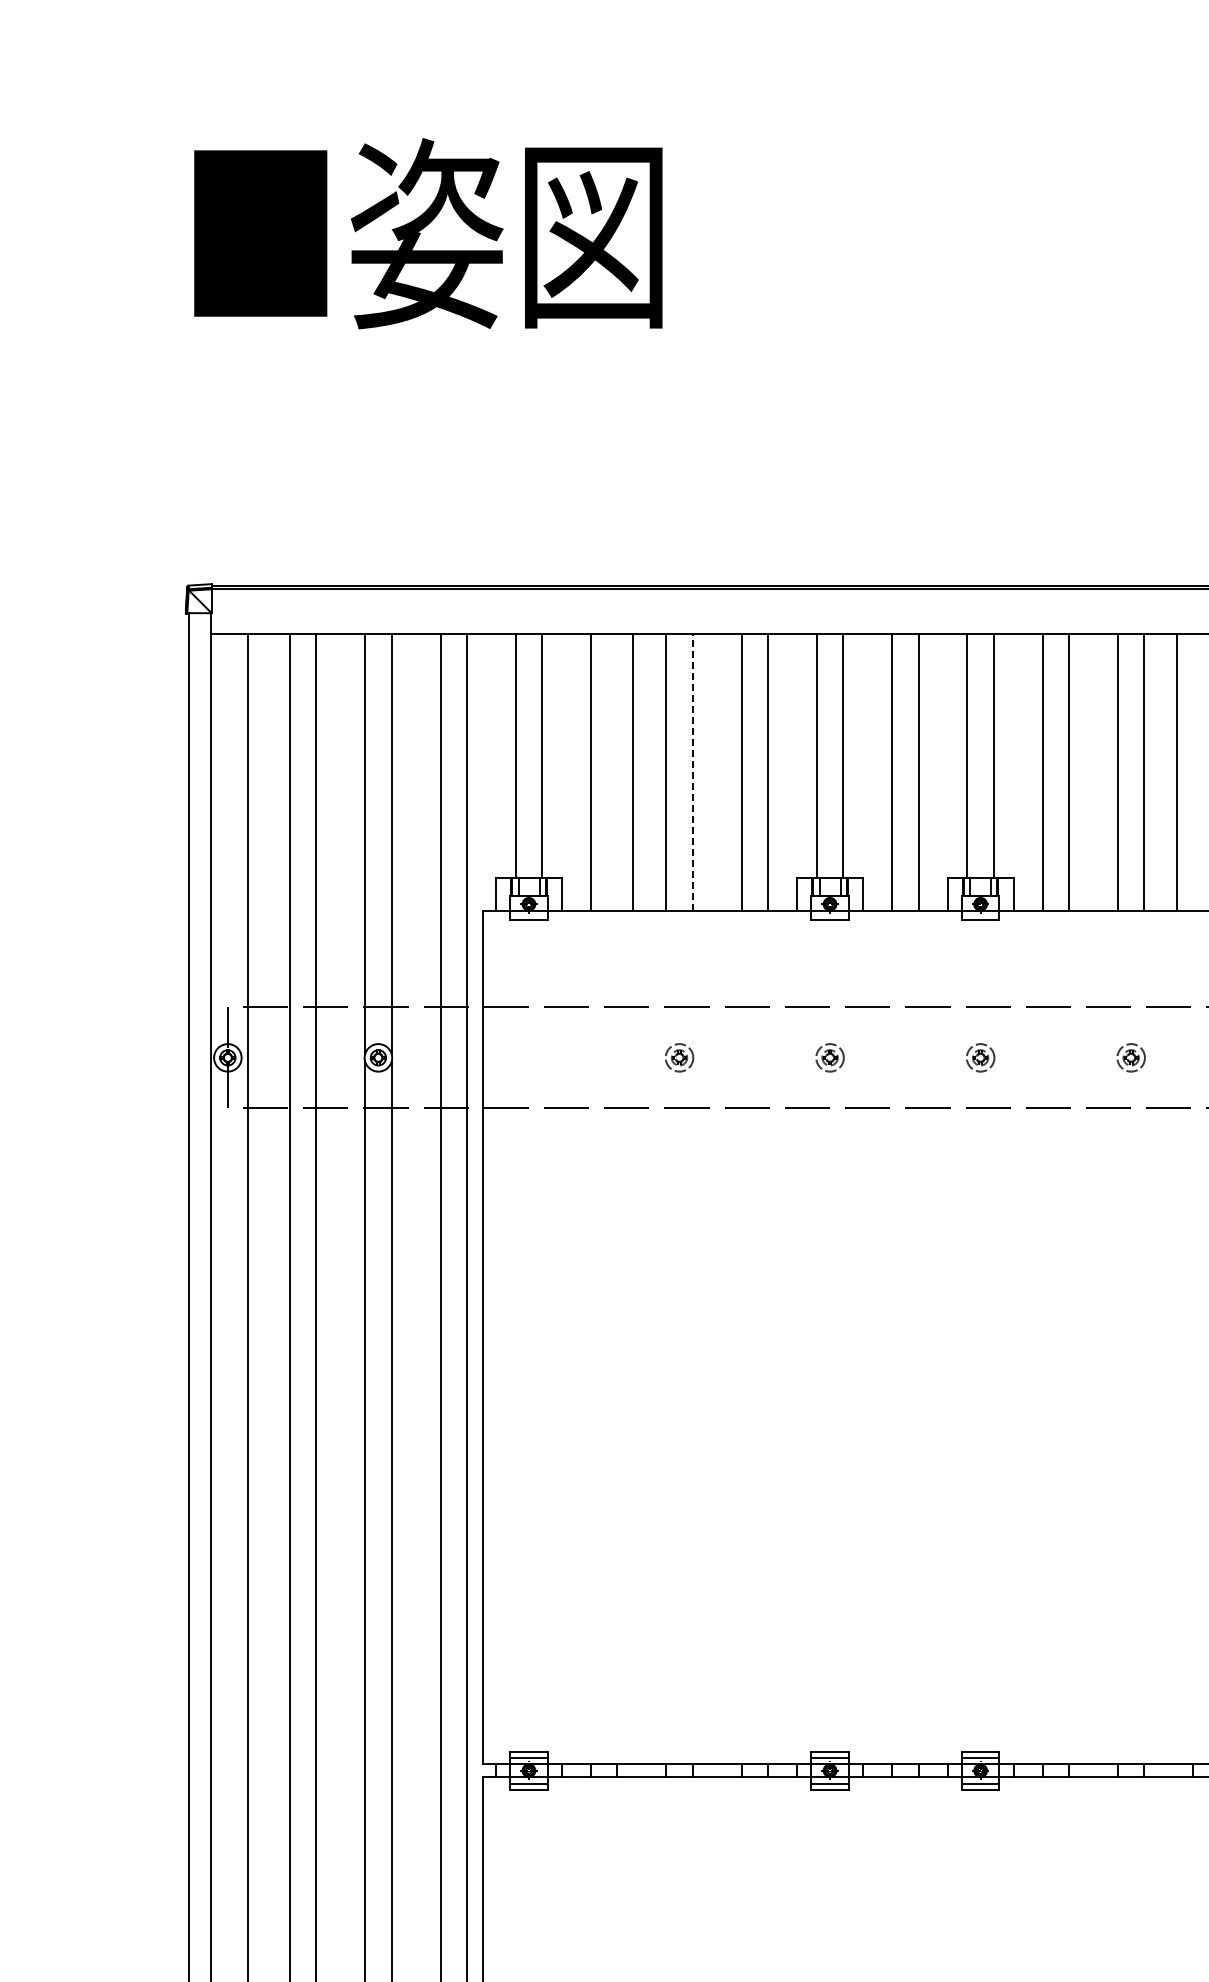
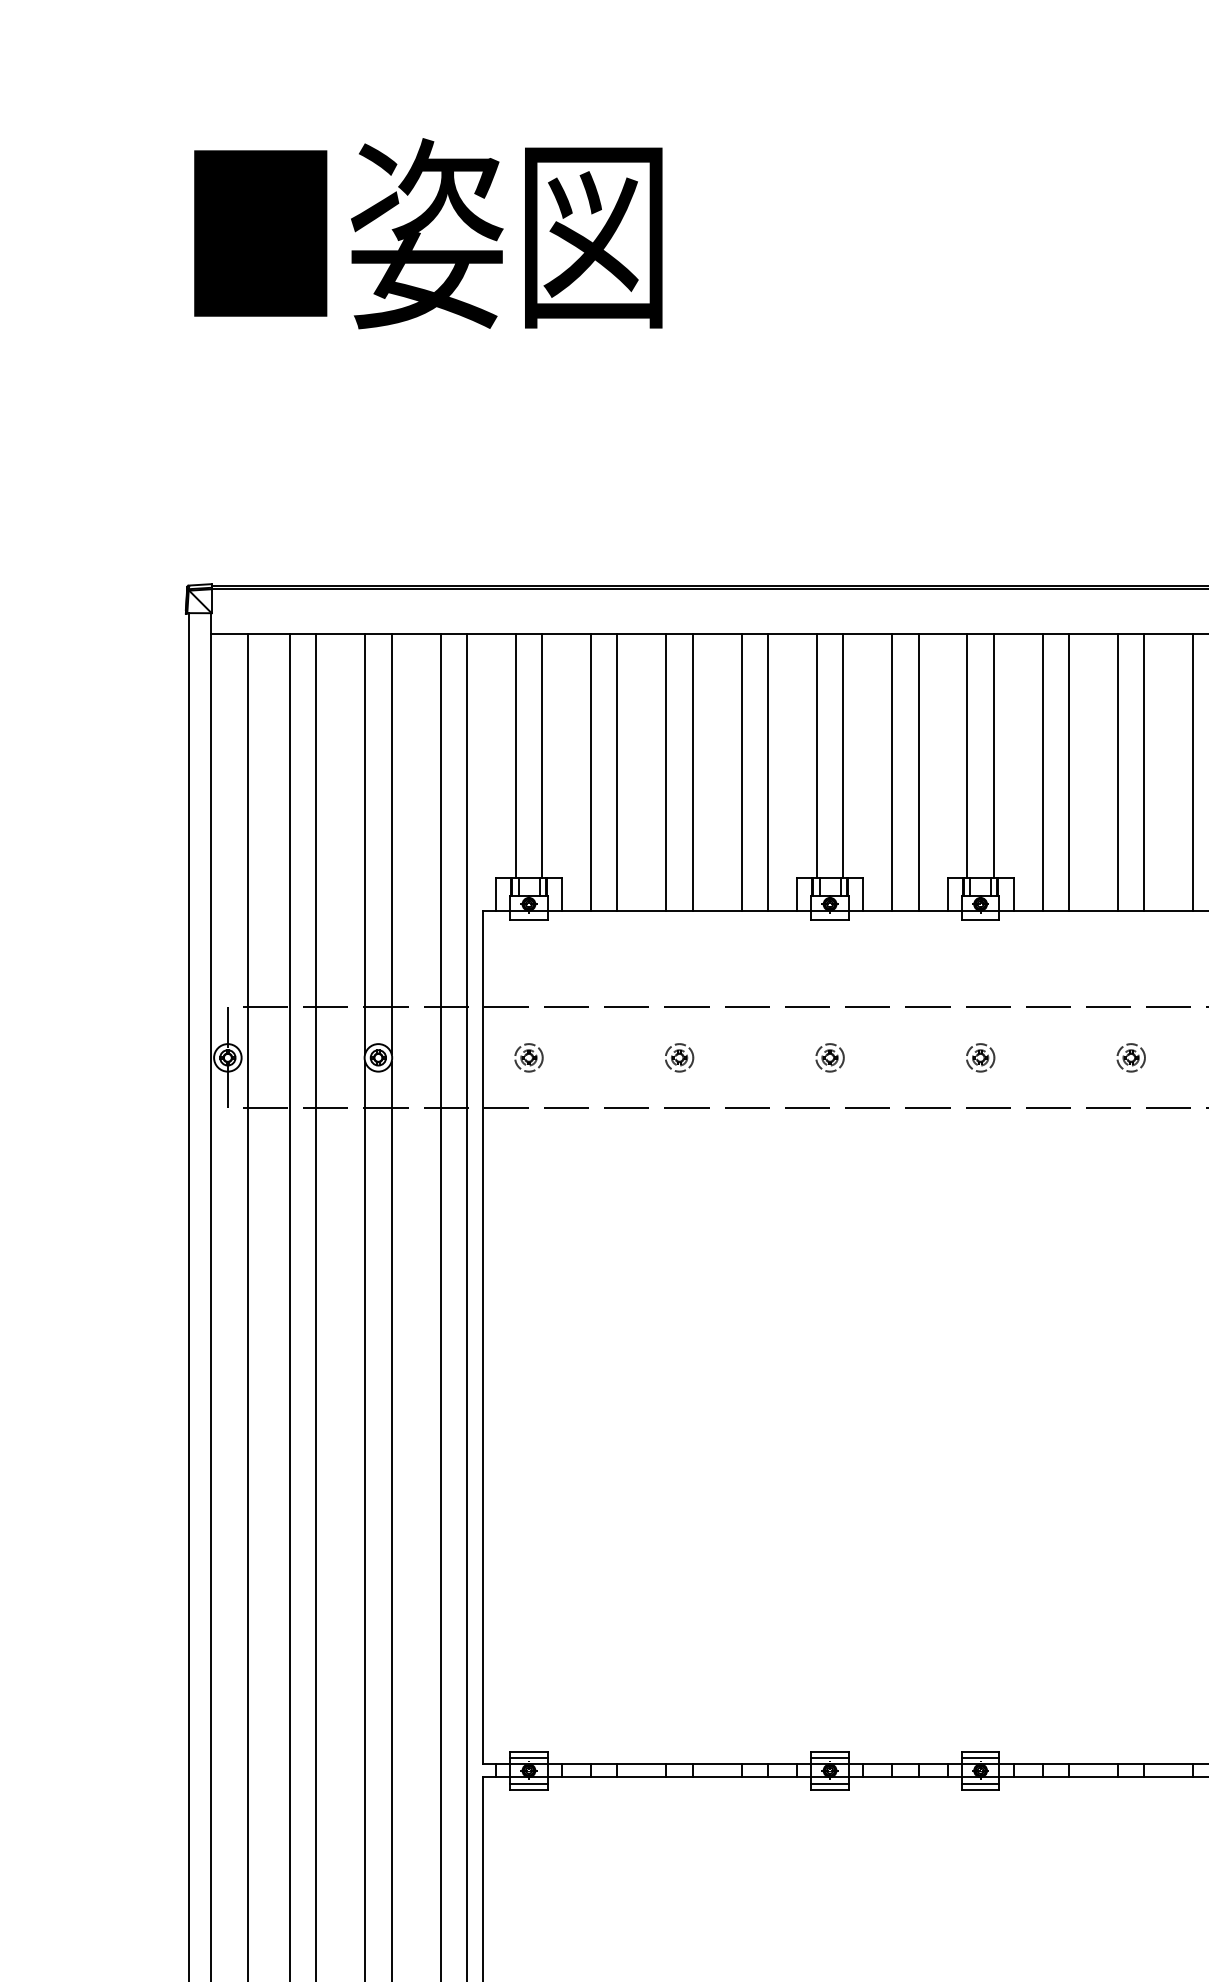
line at (633, 771) position: (633, 771) -> (617, 771)
line at (1177, 771) position: (1177, 771) -> (1193, 771)
line at (692, 772): dashed -> solid
part at (528, 1057): none -> present
